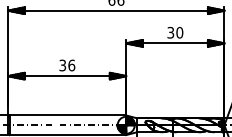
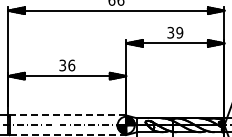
text at (179, 32): 30 -> 39
line at (67, 115): solid -> dashed
line at (68, 135): solid -> dashed
